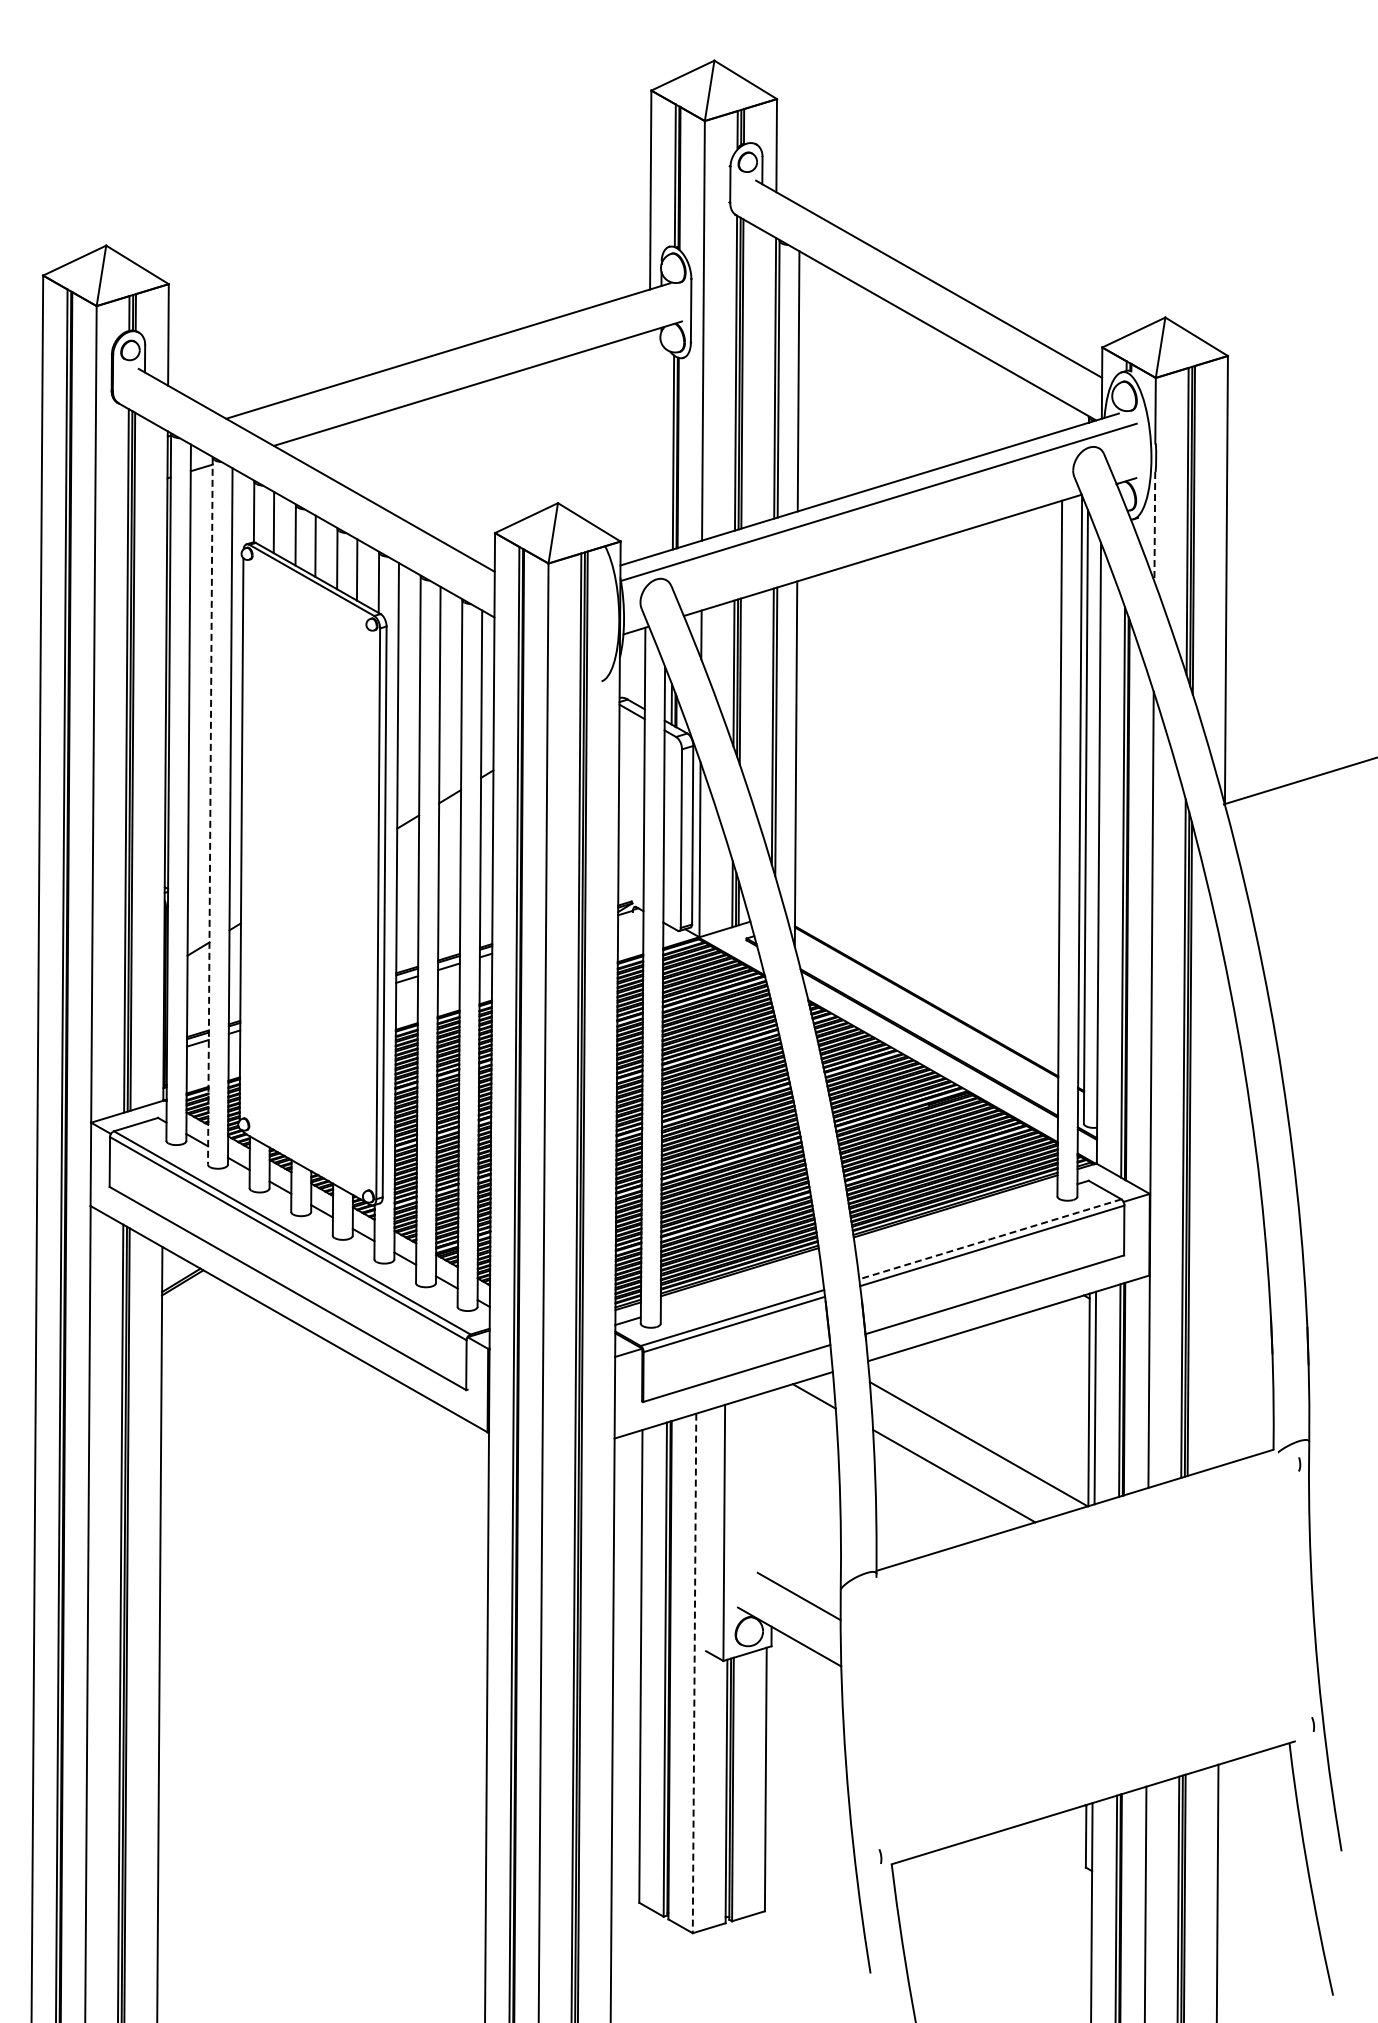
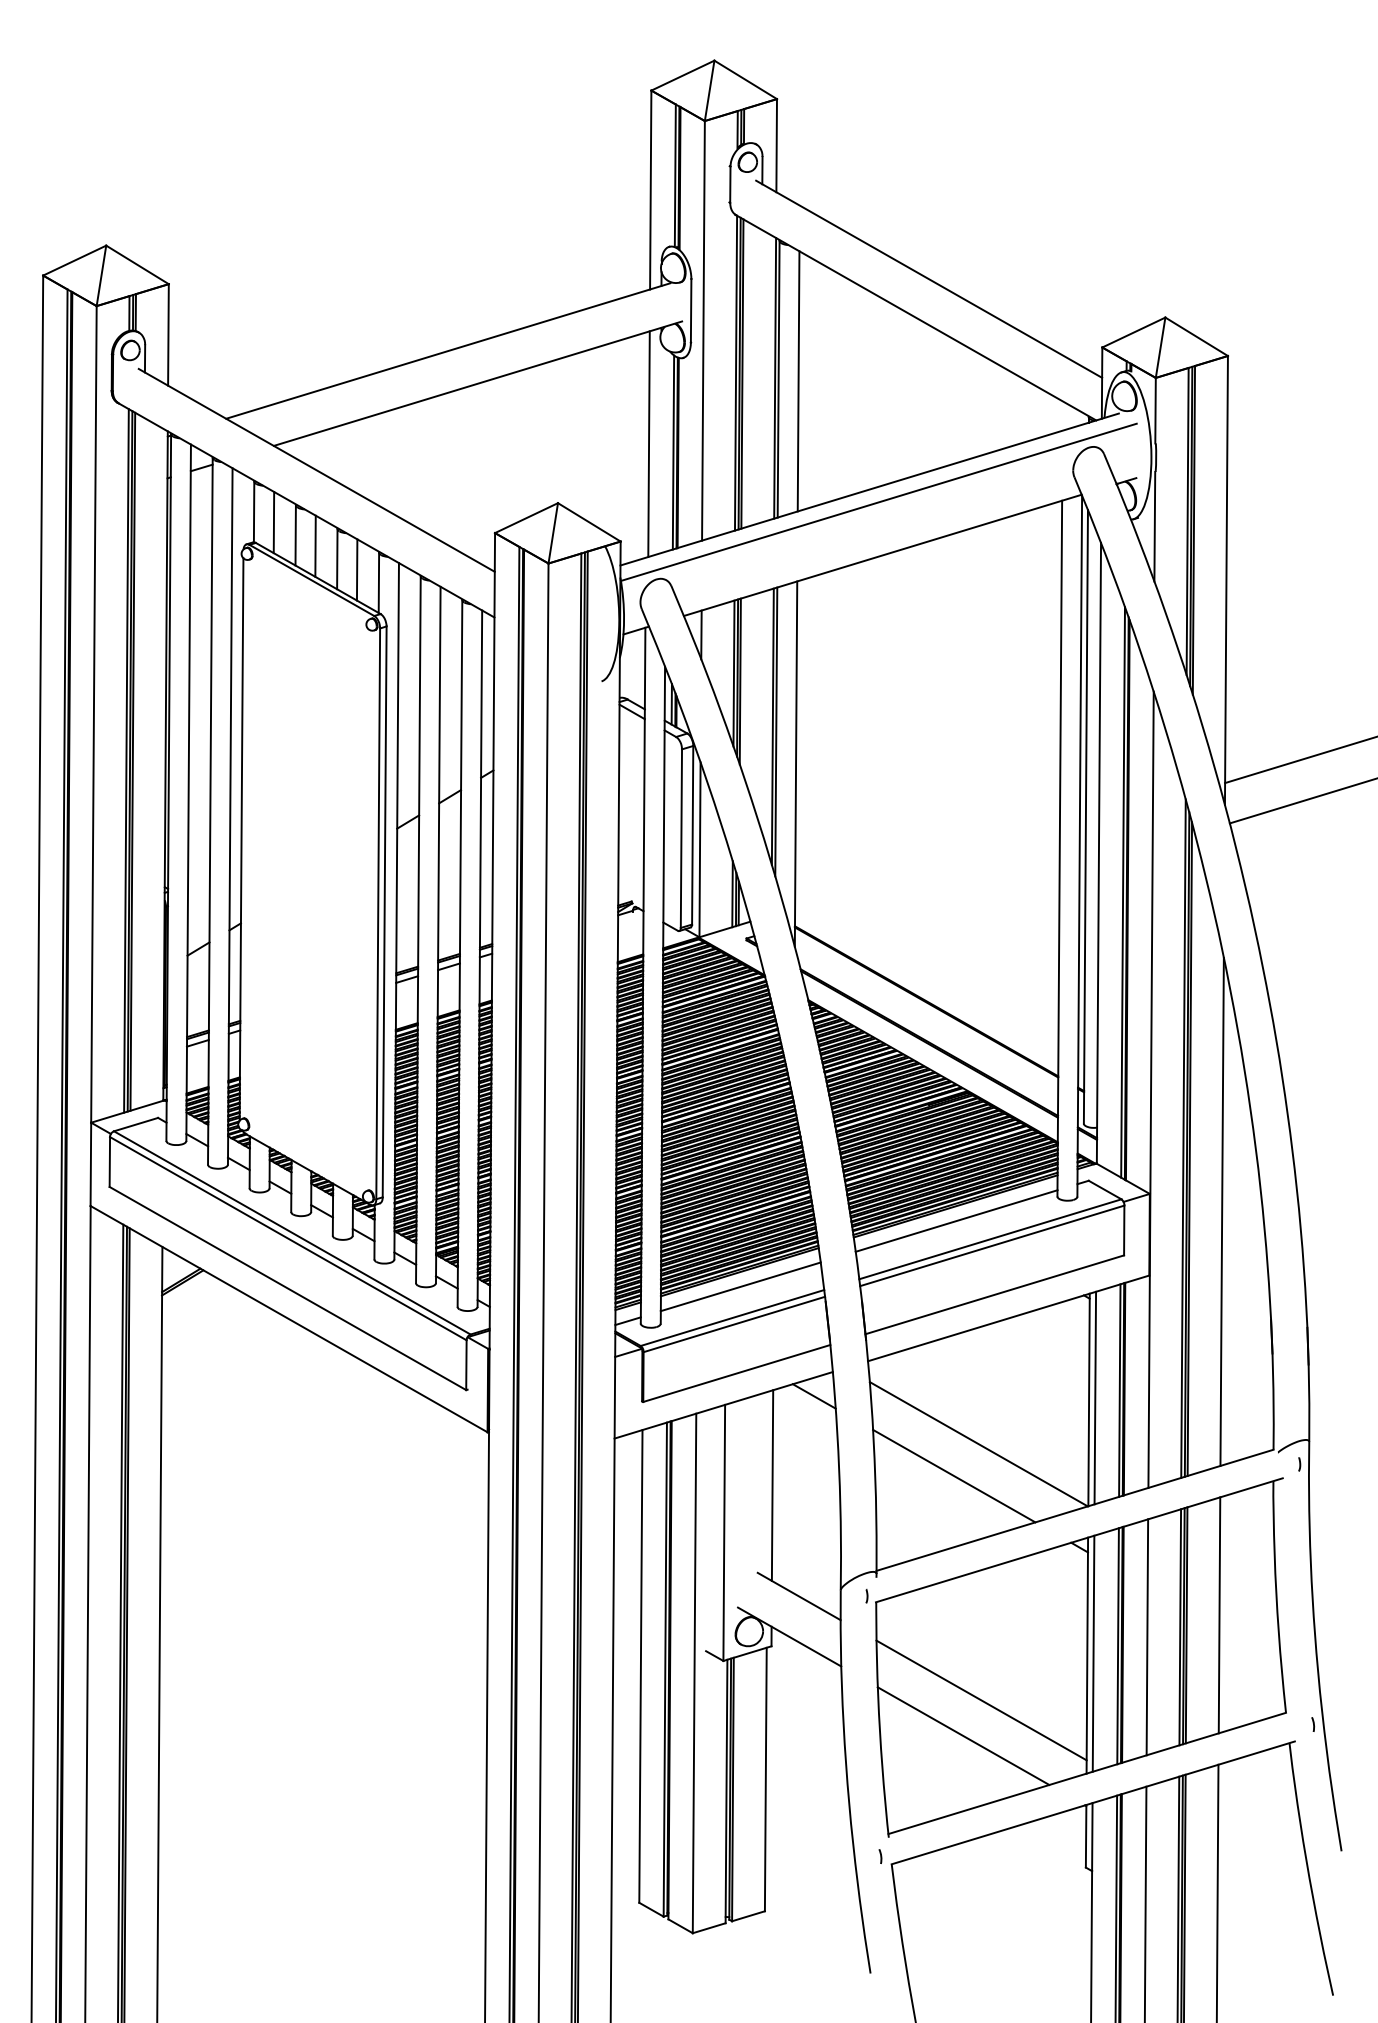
line at (648, 444): none -> present
line at (1154, 526): dashed -> solid
line at (1299, 760): none -> present
line at (1298, 781) position: (1298, 781) -> (1301, 801)
line at (210, 811): dashed -> solid
line at (1221, 1211): none -> present
line at (956, 1220): none -> present
line at (989, 1239): dashed -> solid
line at (740, 1286): none -> present
line at (772, 1485): none -> present
part at (1075, 1657): none -> present
line at (694, 1673): dashed -> solid
